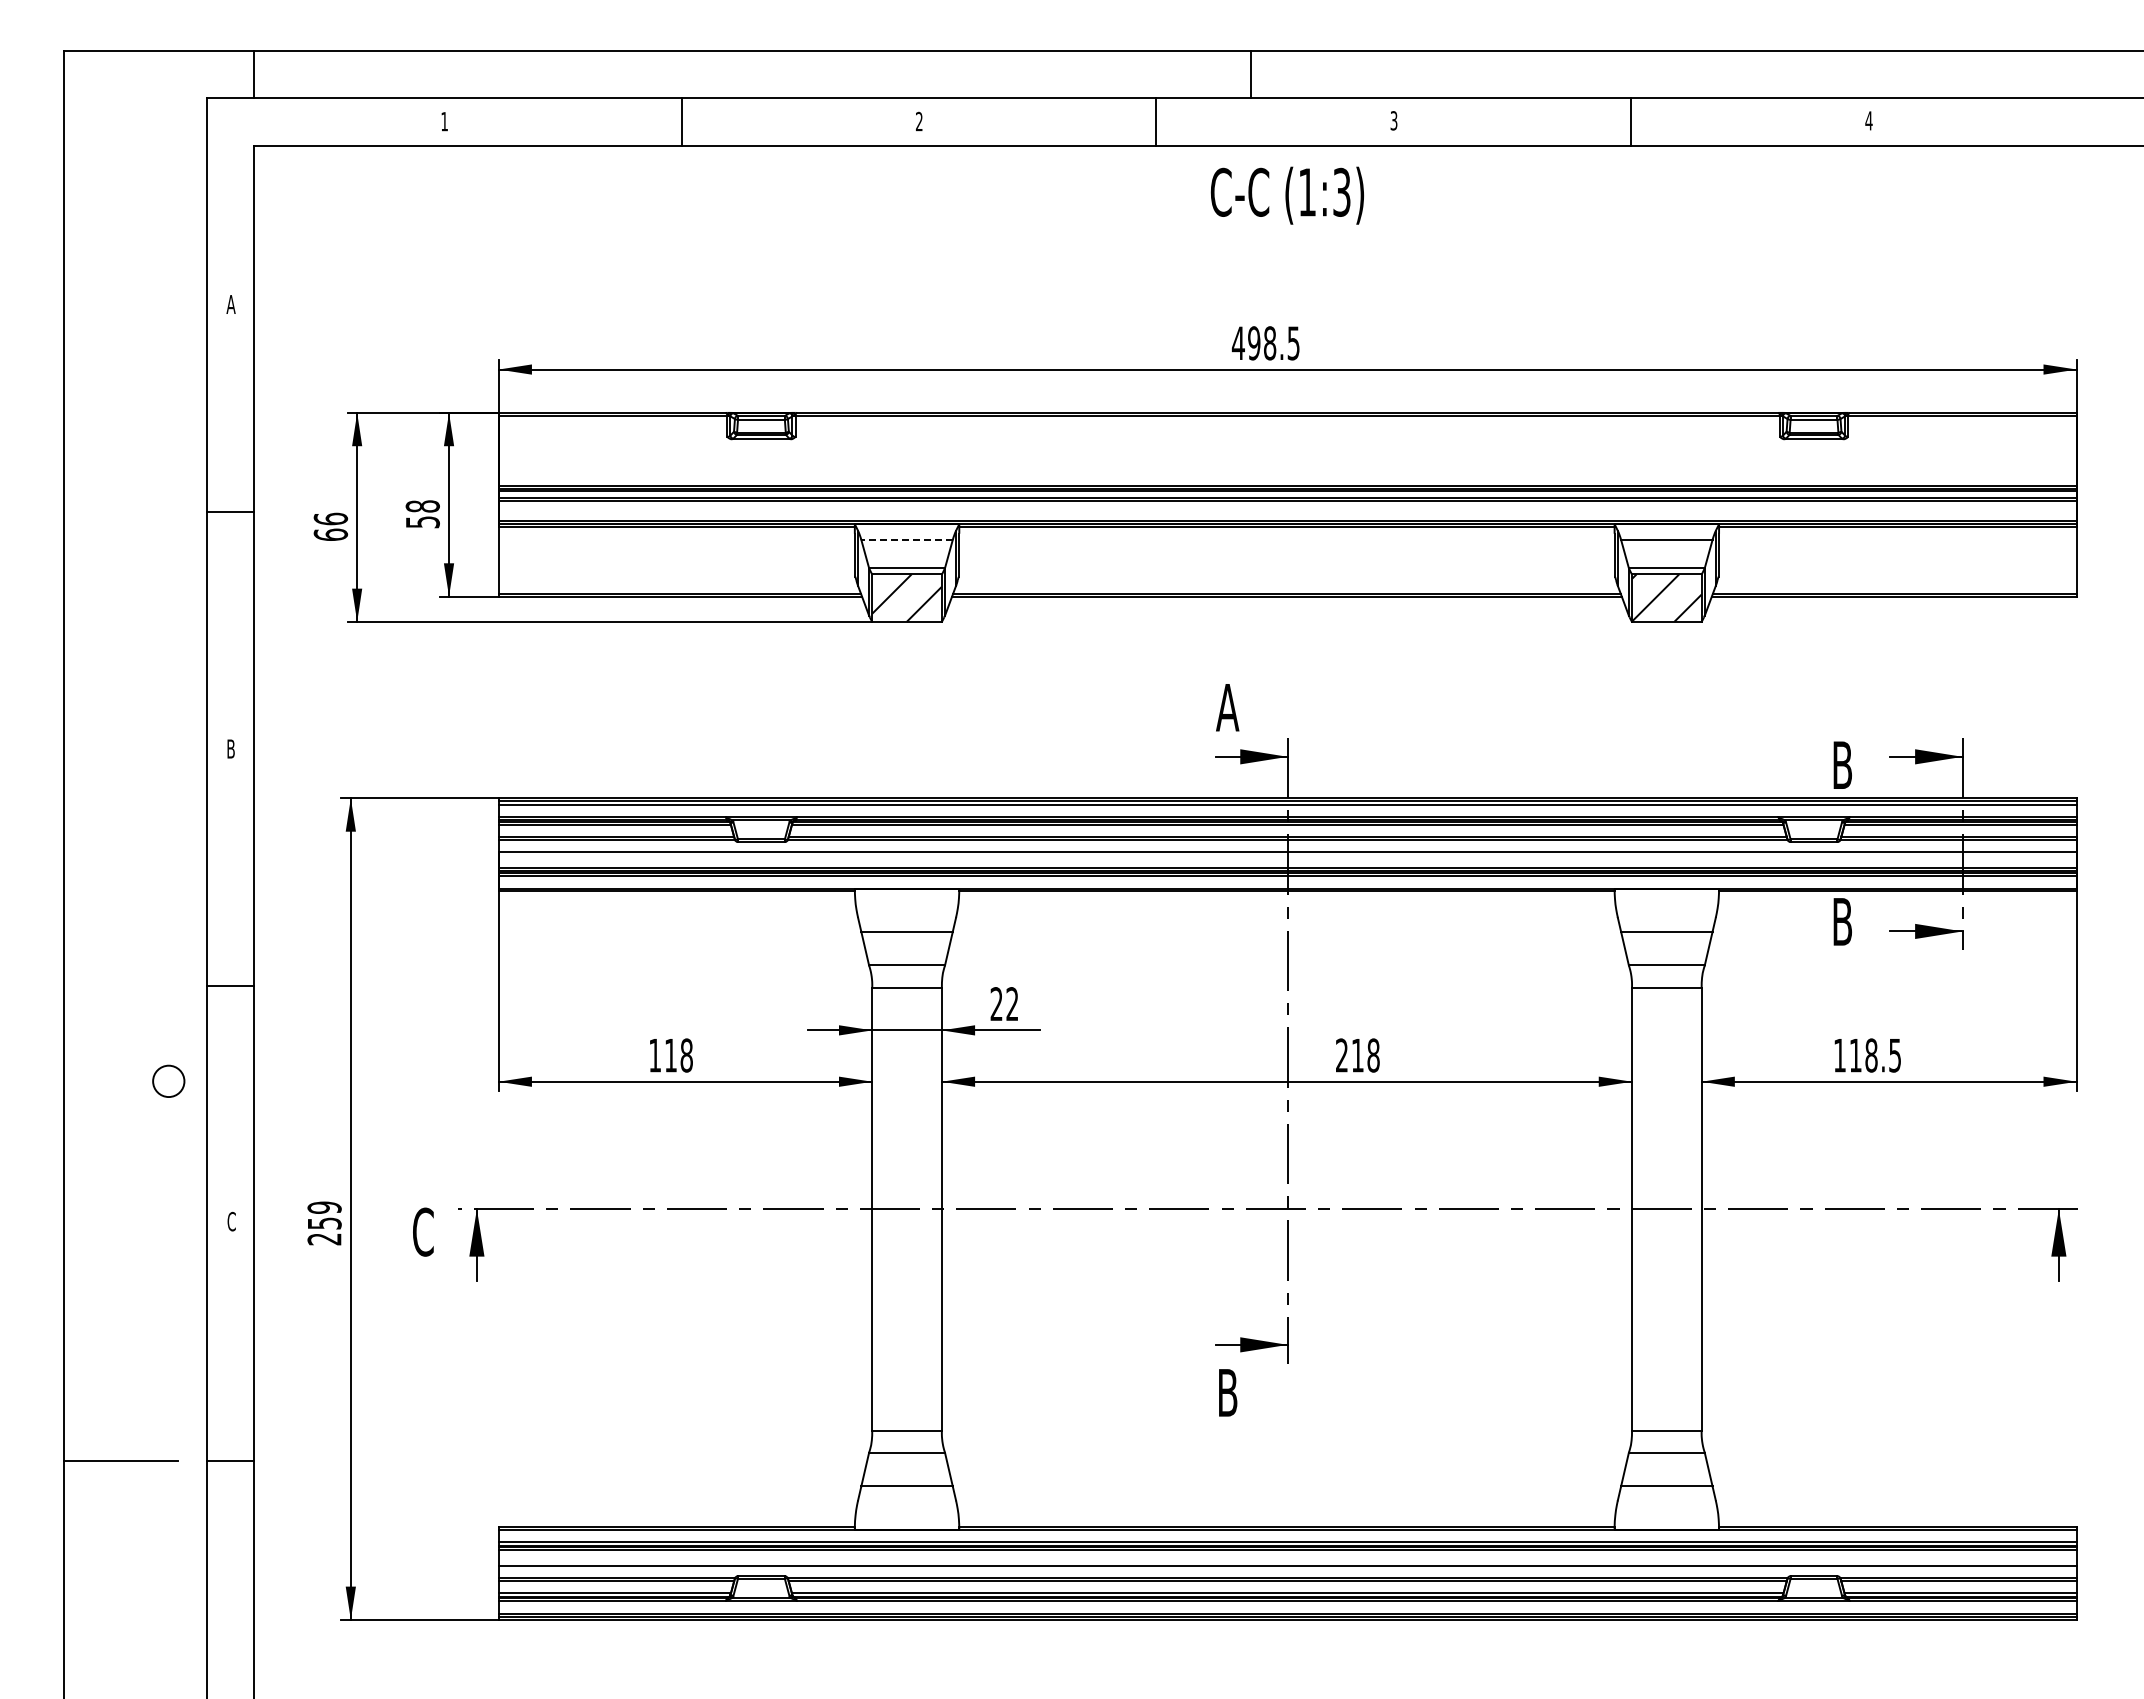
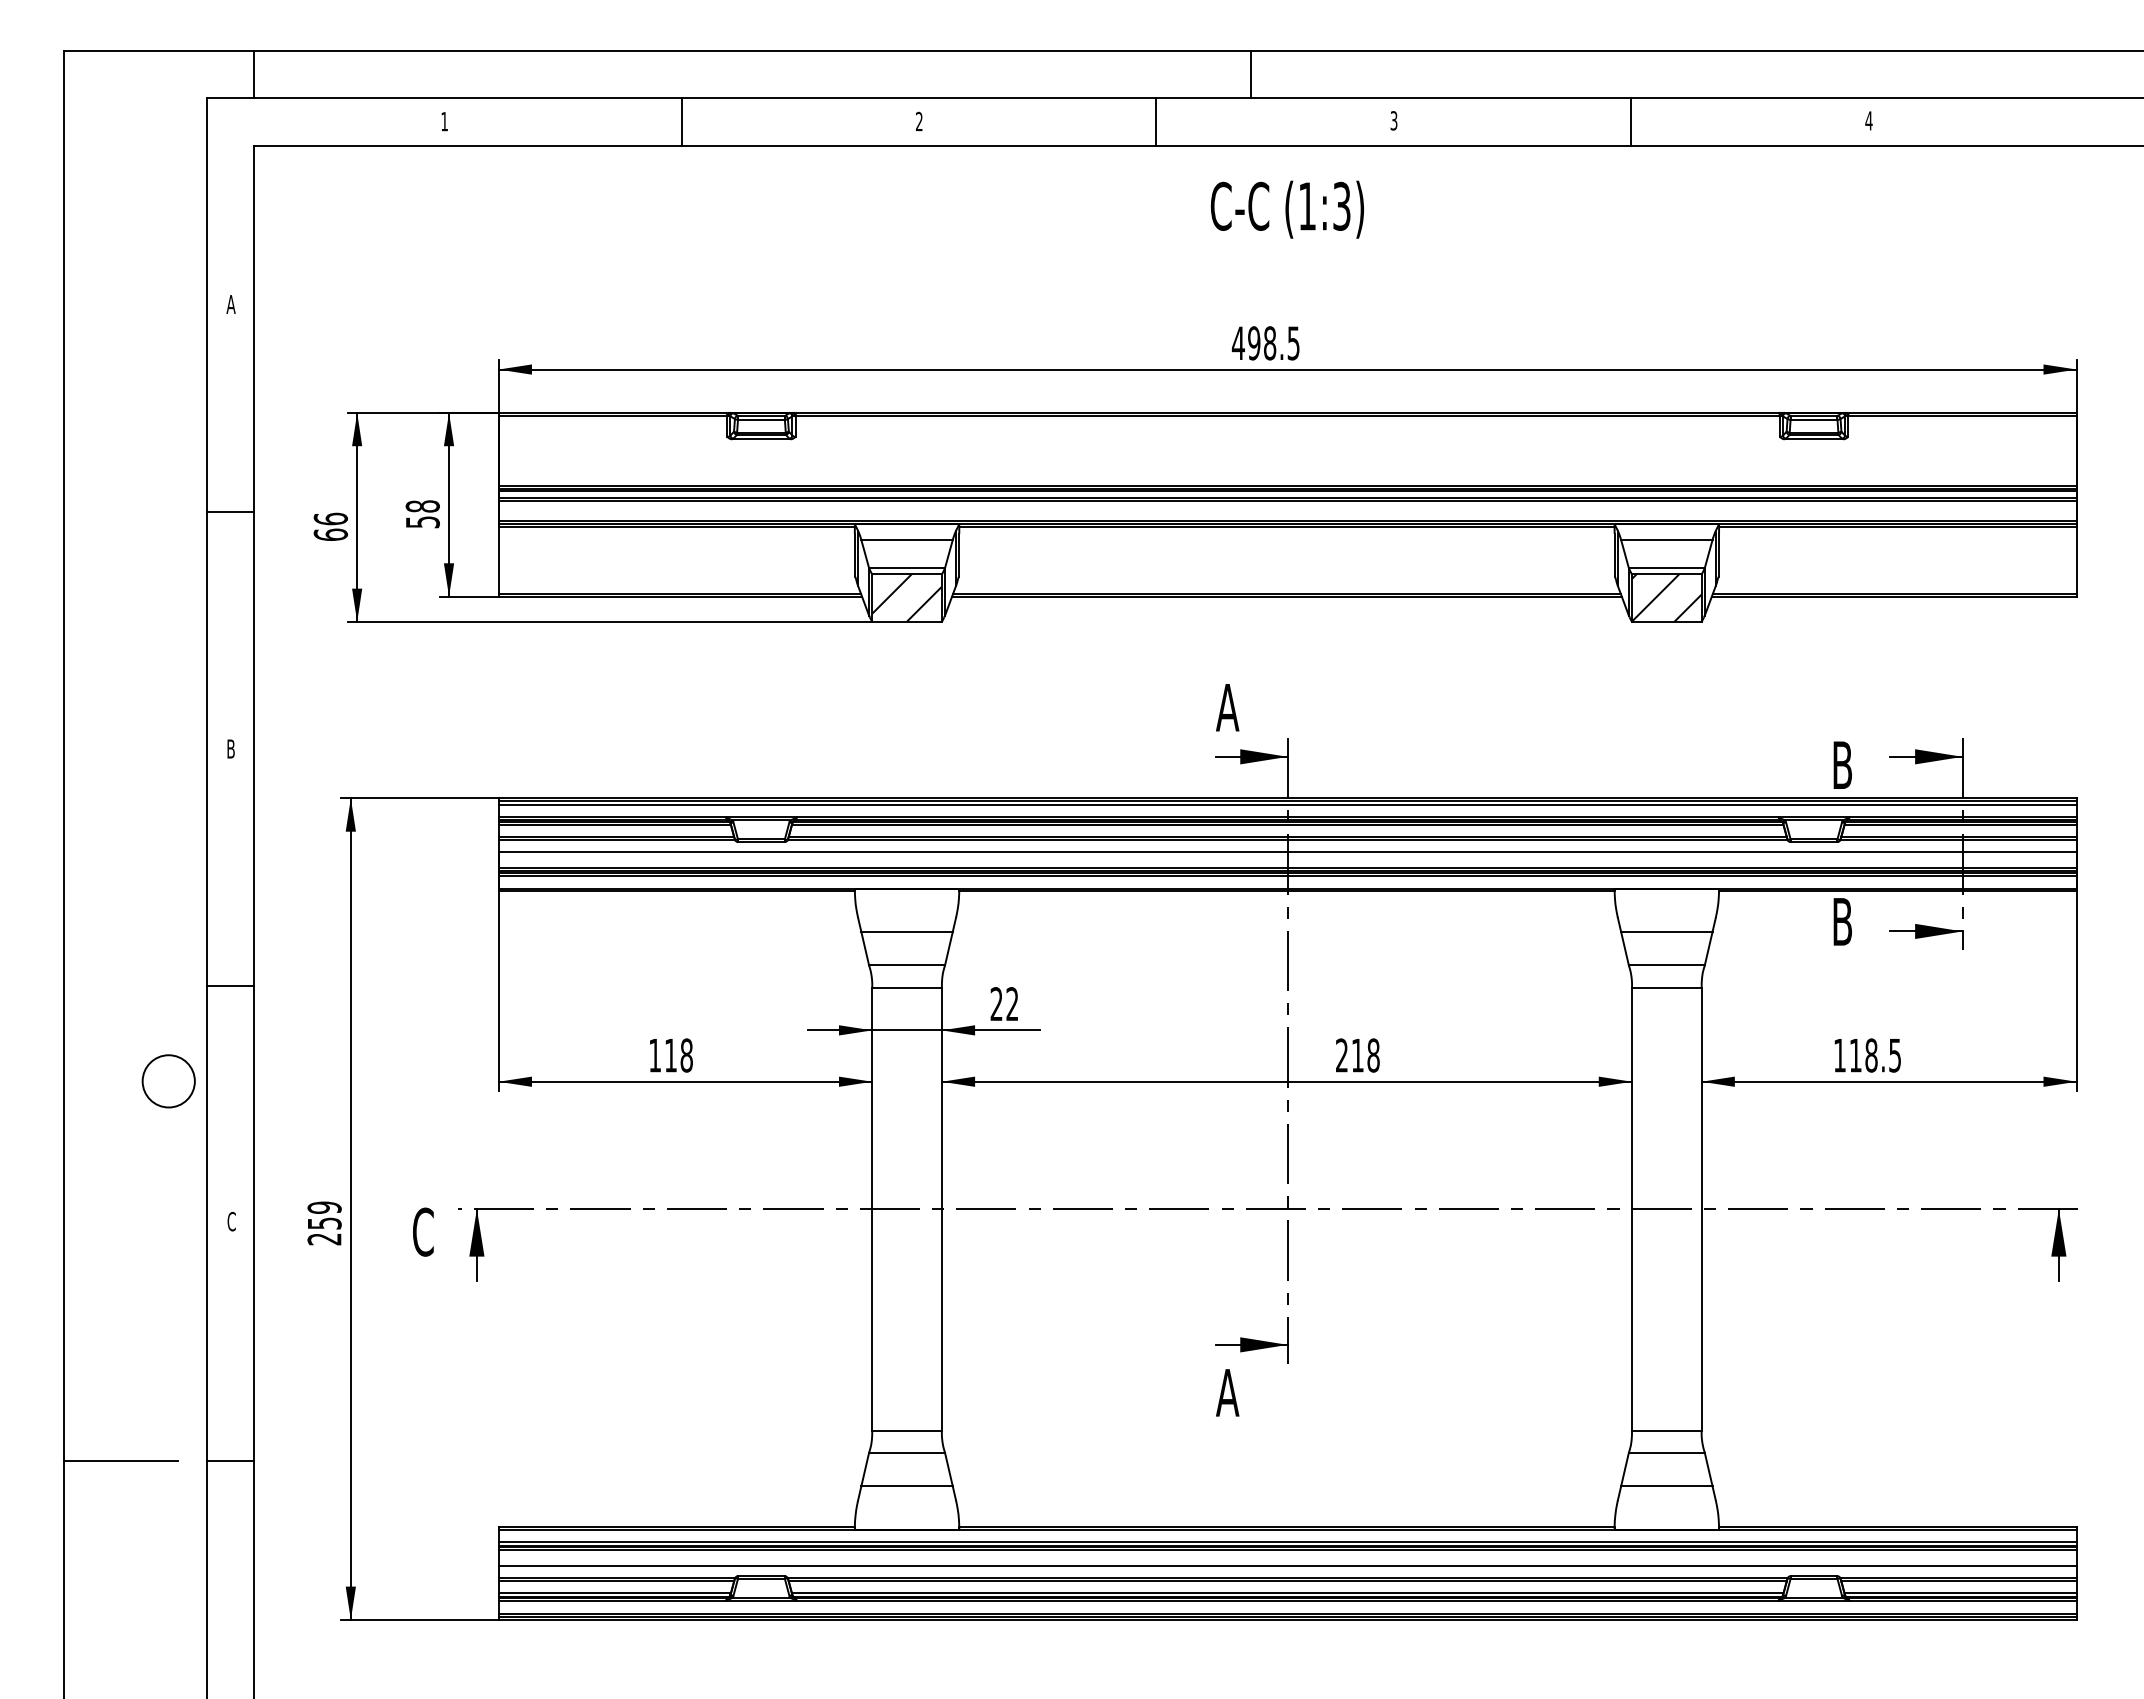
text at (1286, 195) position: (1286, 195) -> (1286, 209)
line at (907, 540): dashed -> solid
circle at (168, 1081) diameter: 31 px -> 52 px
text at (1227, 1392): B -> A
